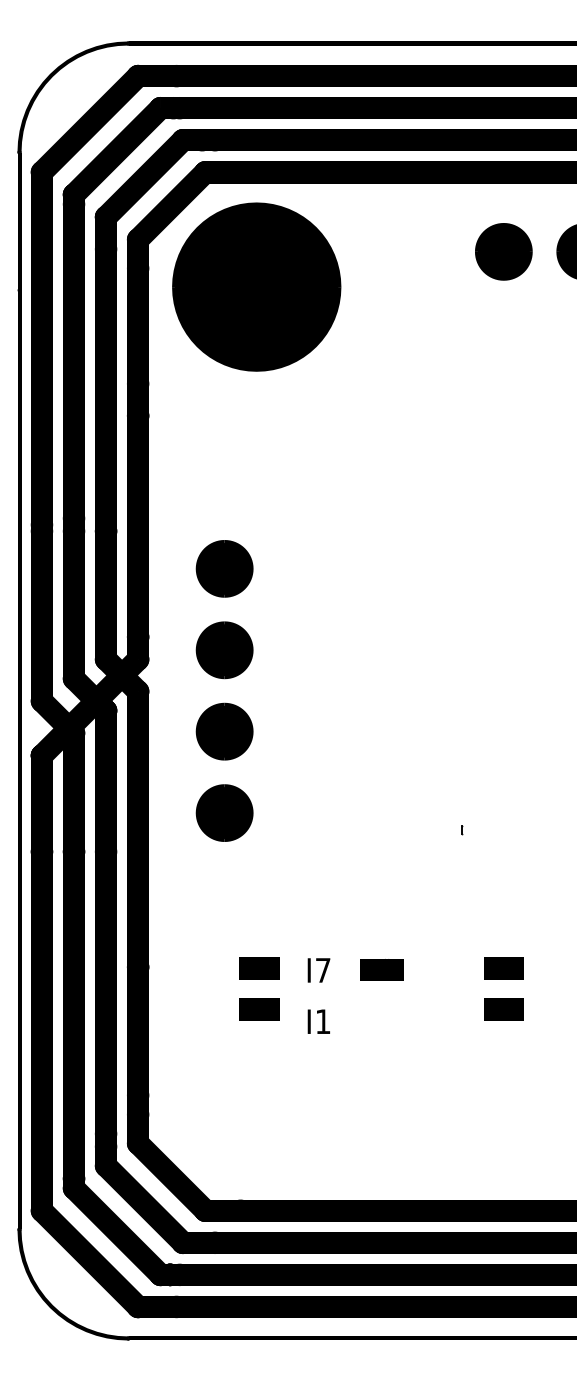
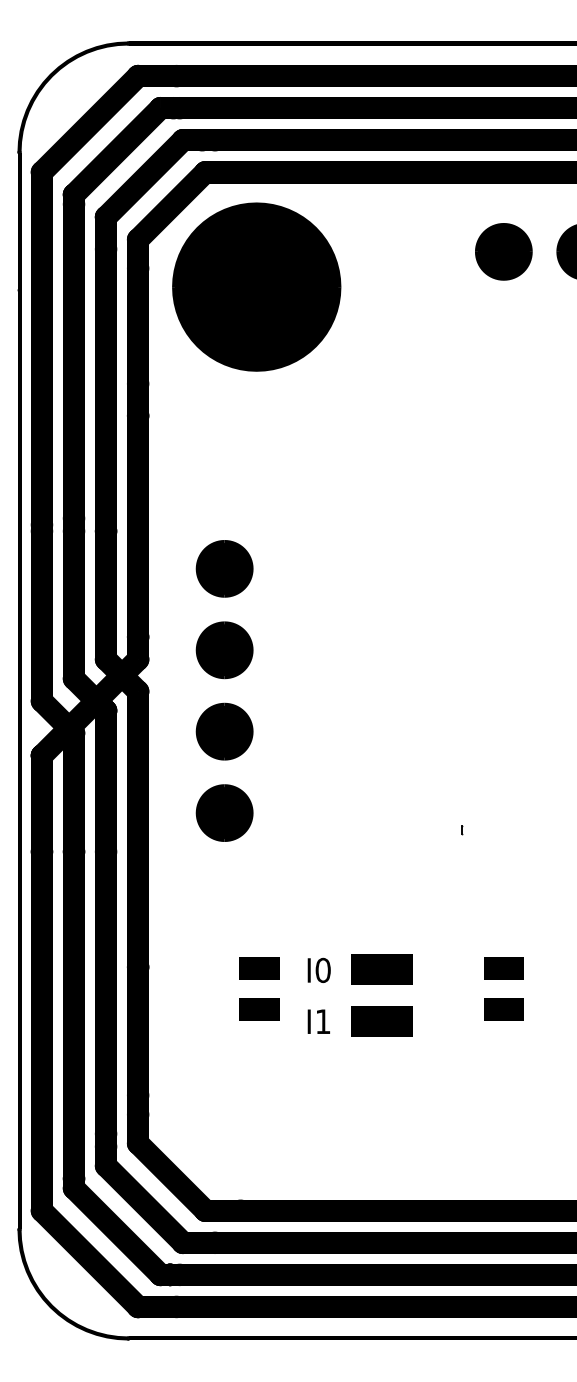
part at (381, 969) size: 44x22 px -> 62x31 px
text at (322, 970): I7 -> I0
part at (381, 1021): none -> present
